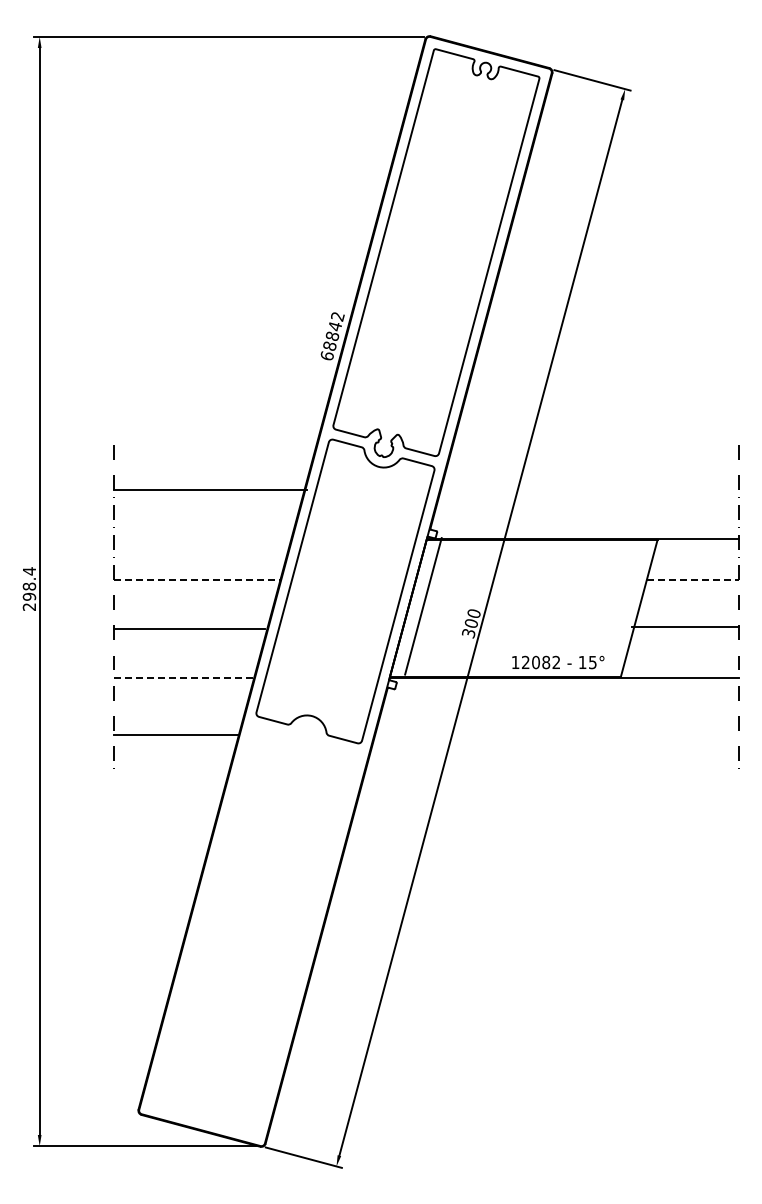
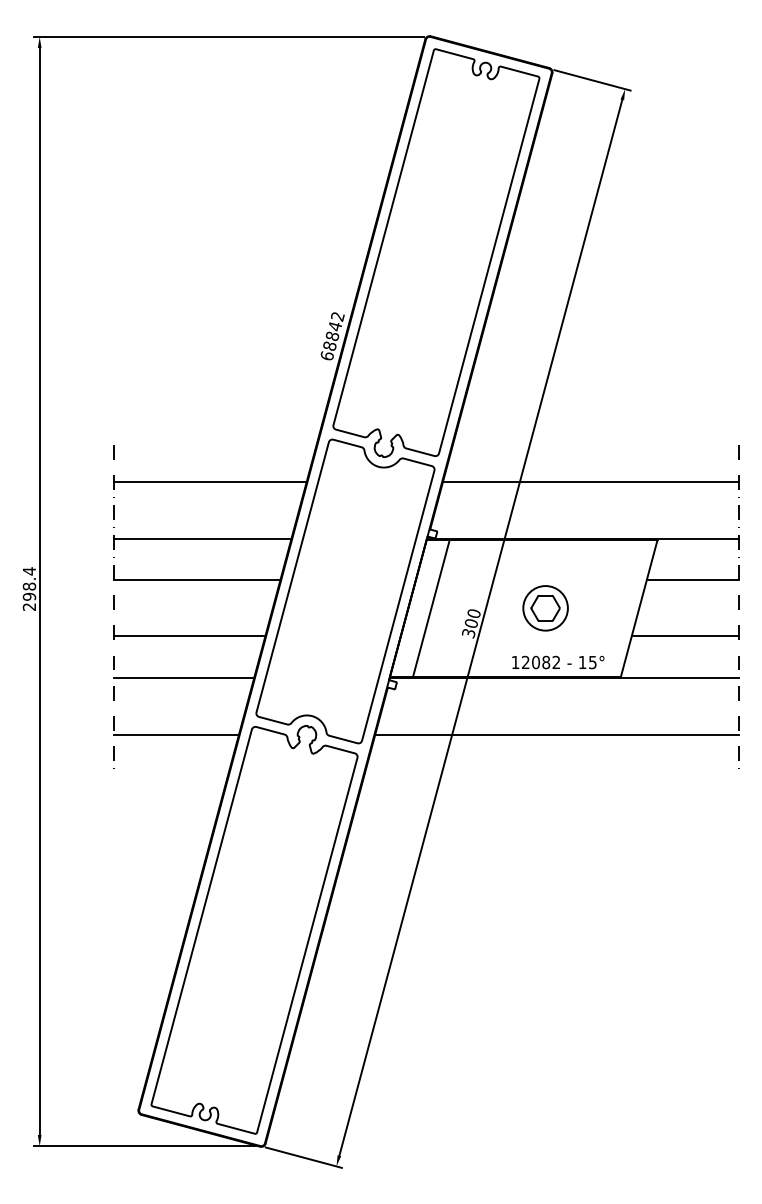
line at (590, 481): none -> present
line at (210, 489) position: (210, 489) -> (210, 481)
line at (202, 538): none -> present
line at (197, 580): dashed -> solid
line at (693, 580): dashed -> solid
line at (423, 606) position: (423, 606) -> (431, 608)
part at (545, 608): none -> present
line at (685, 627) position: (685, 627) -> (685, 636)
line at (189, 629) position: (189, 629) -> (189, 636)
line at (184, 678): dashed -> solid
line at (557, 734): none -> present
part at (254, 929): none -> present
